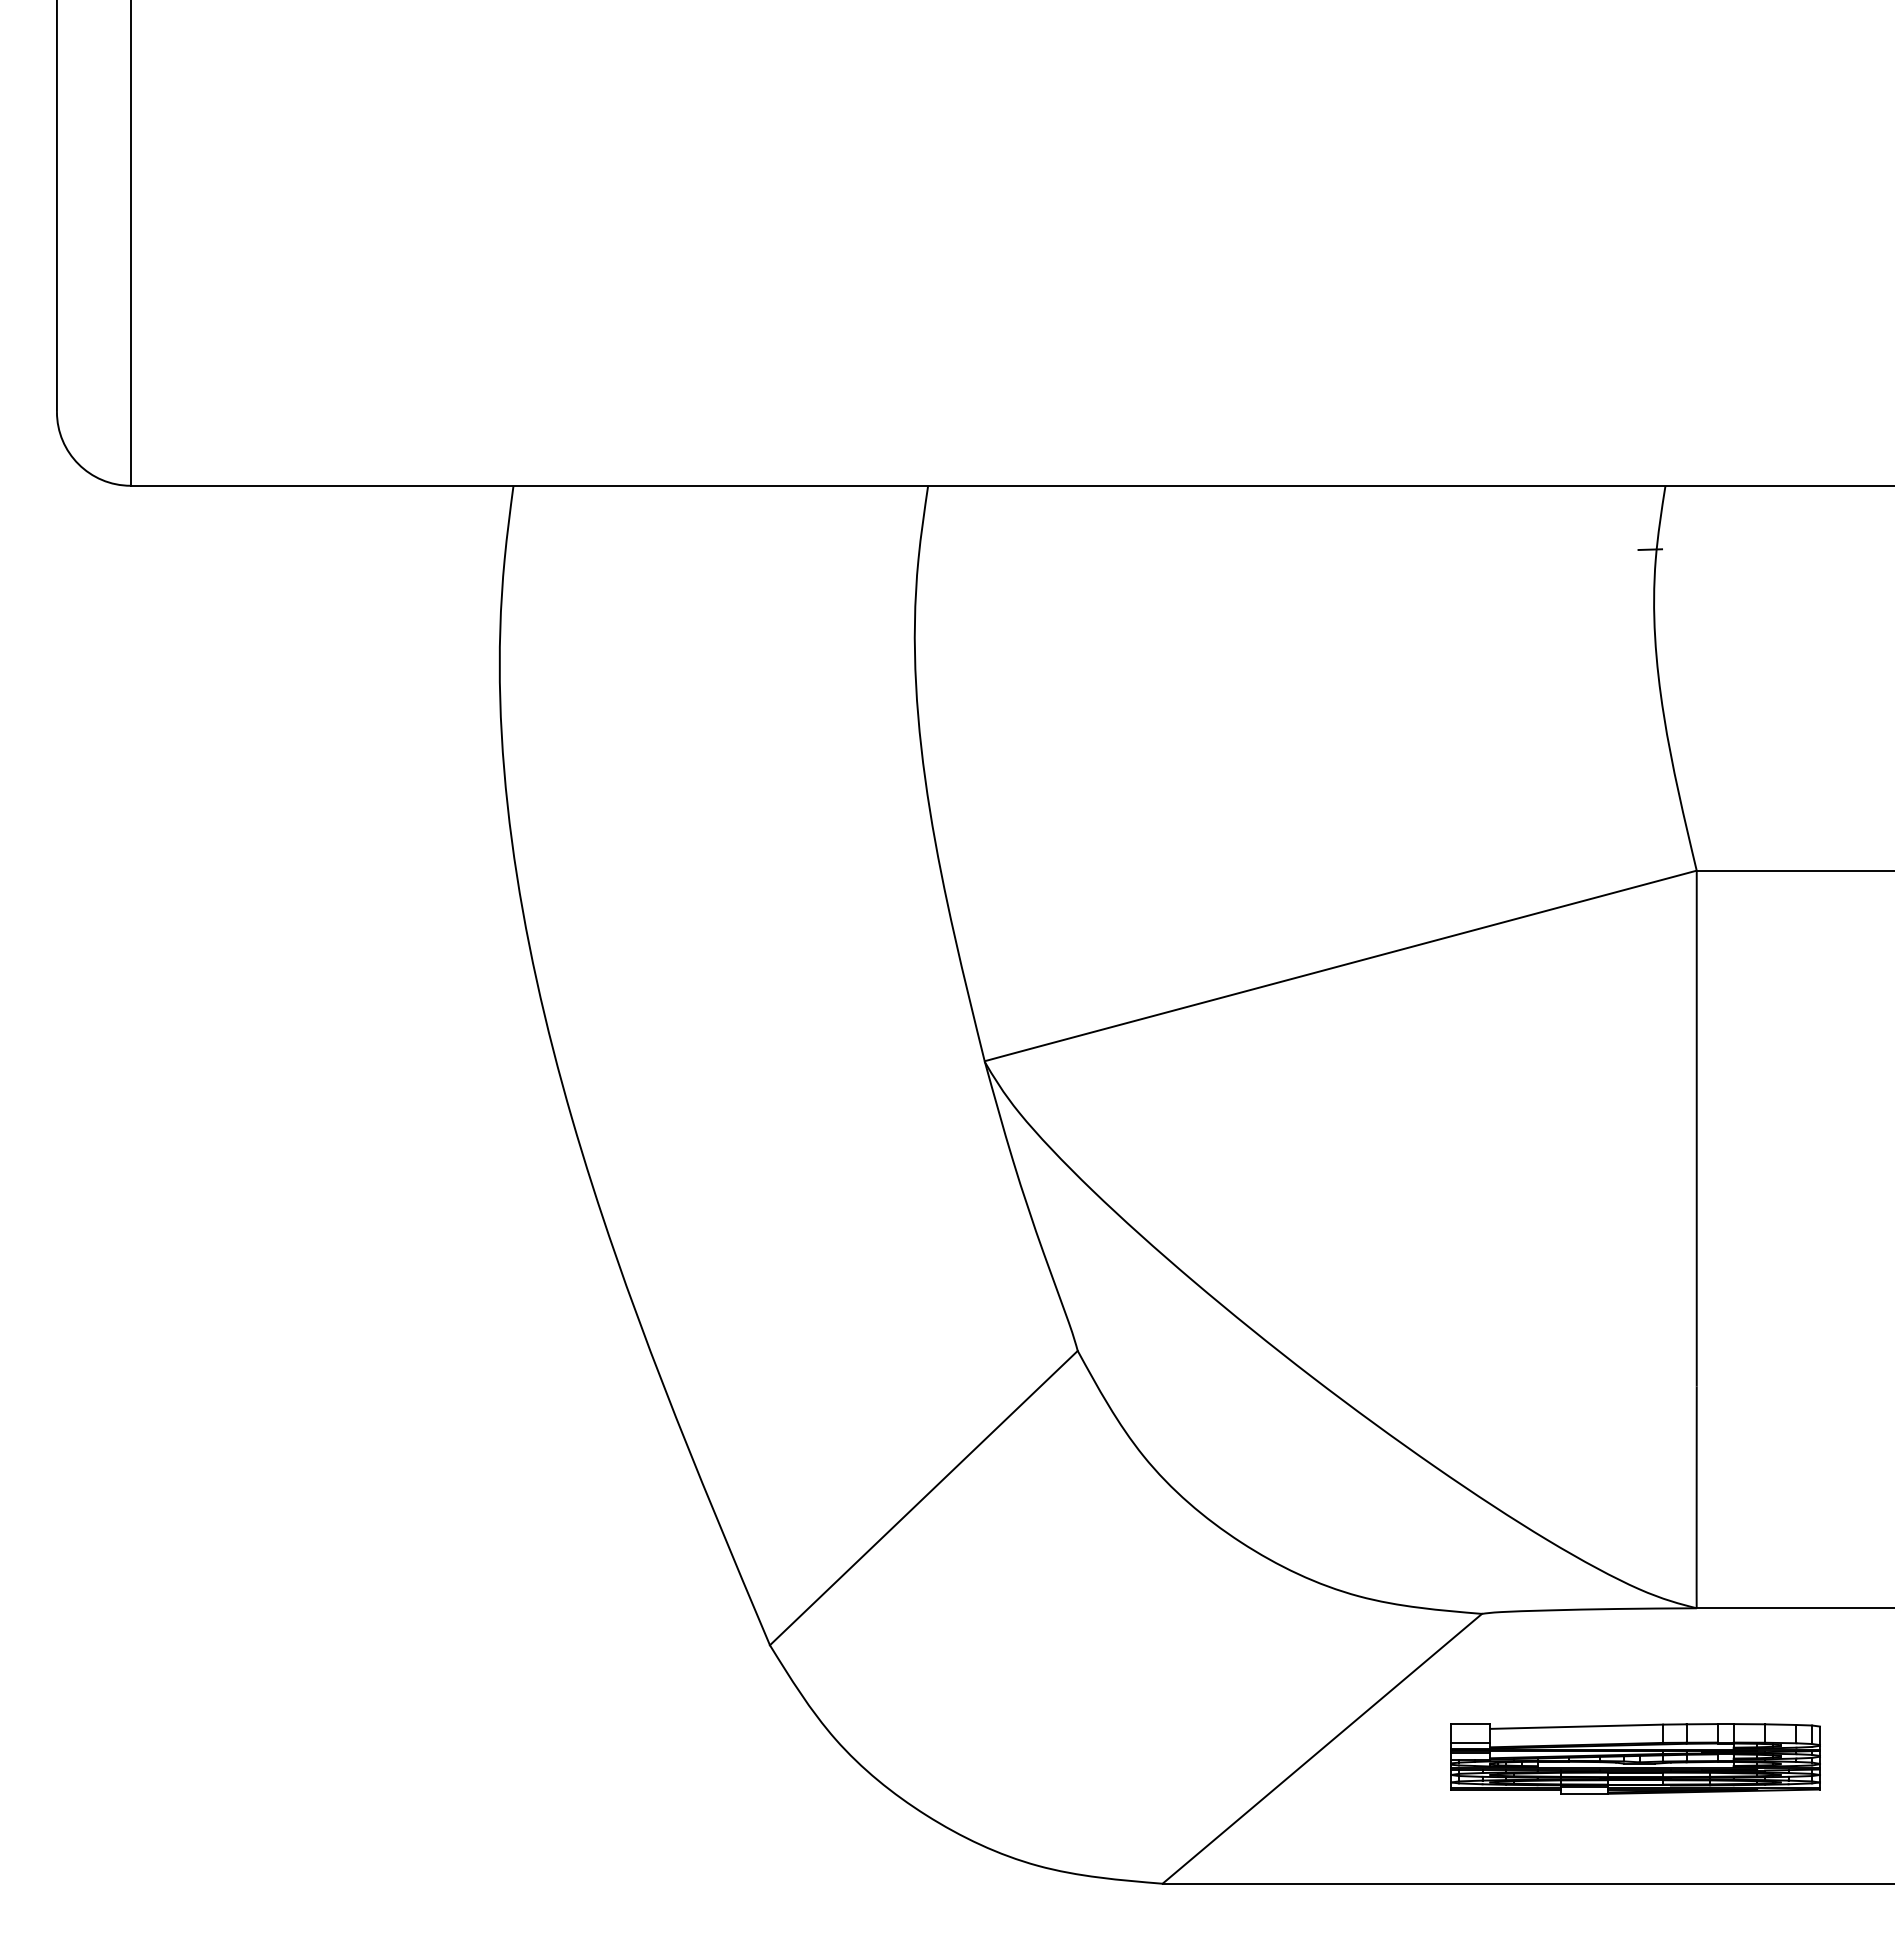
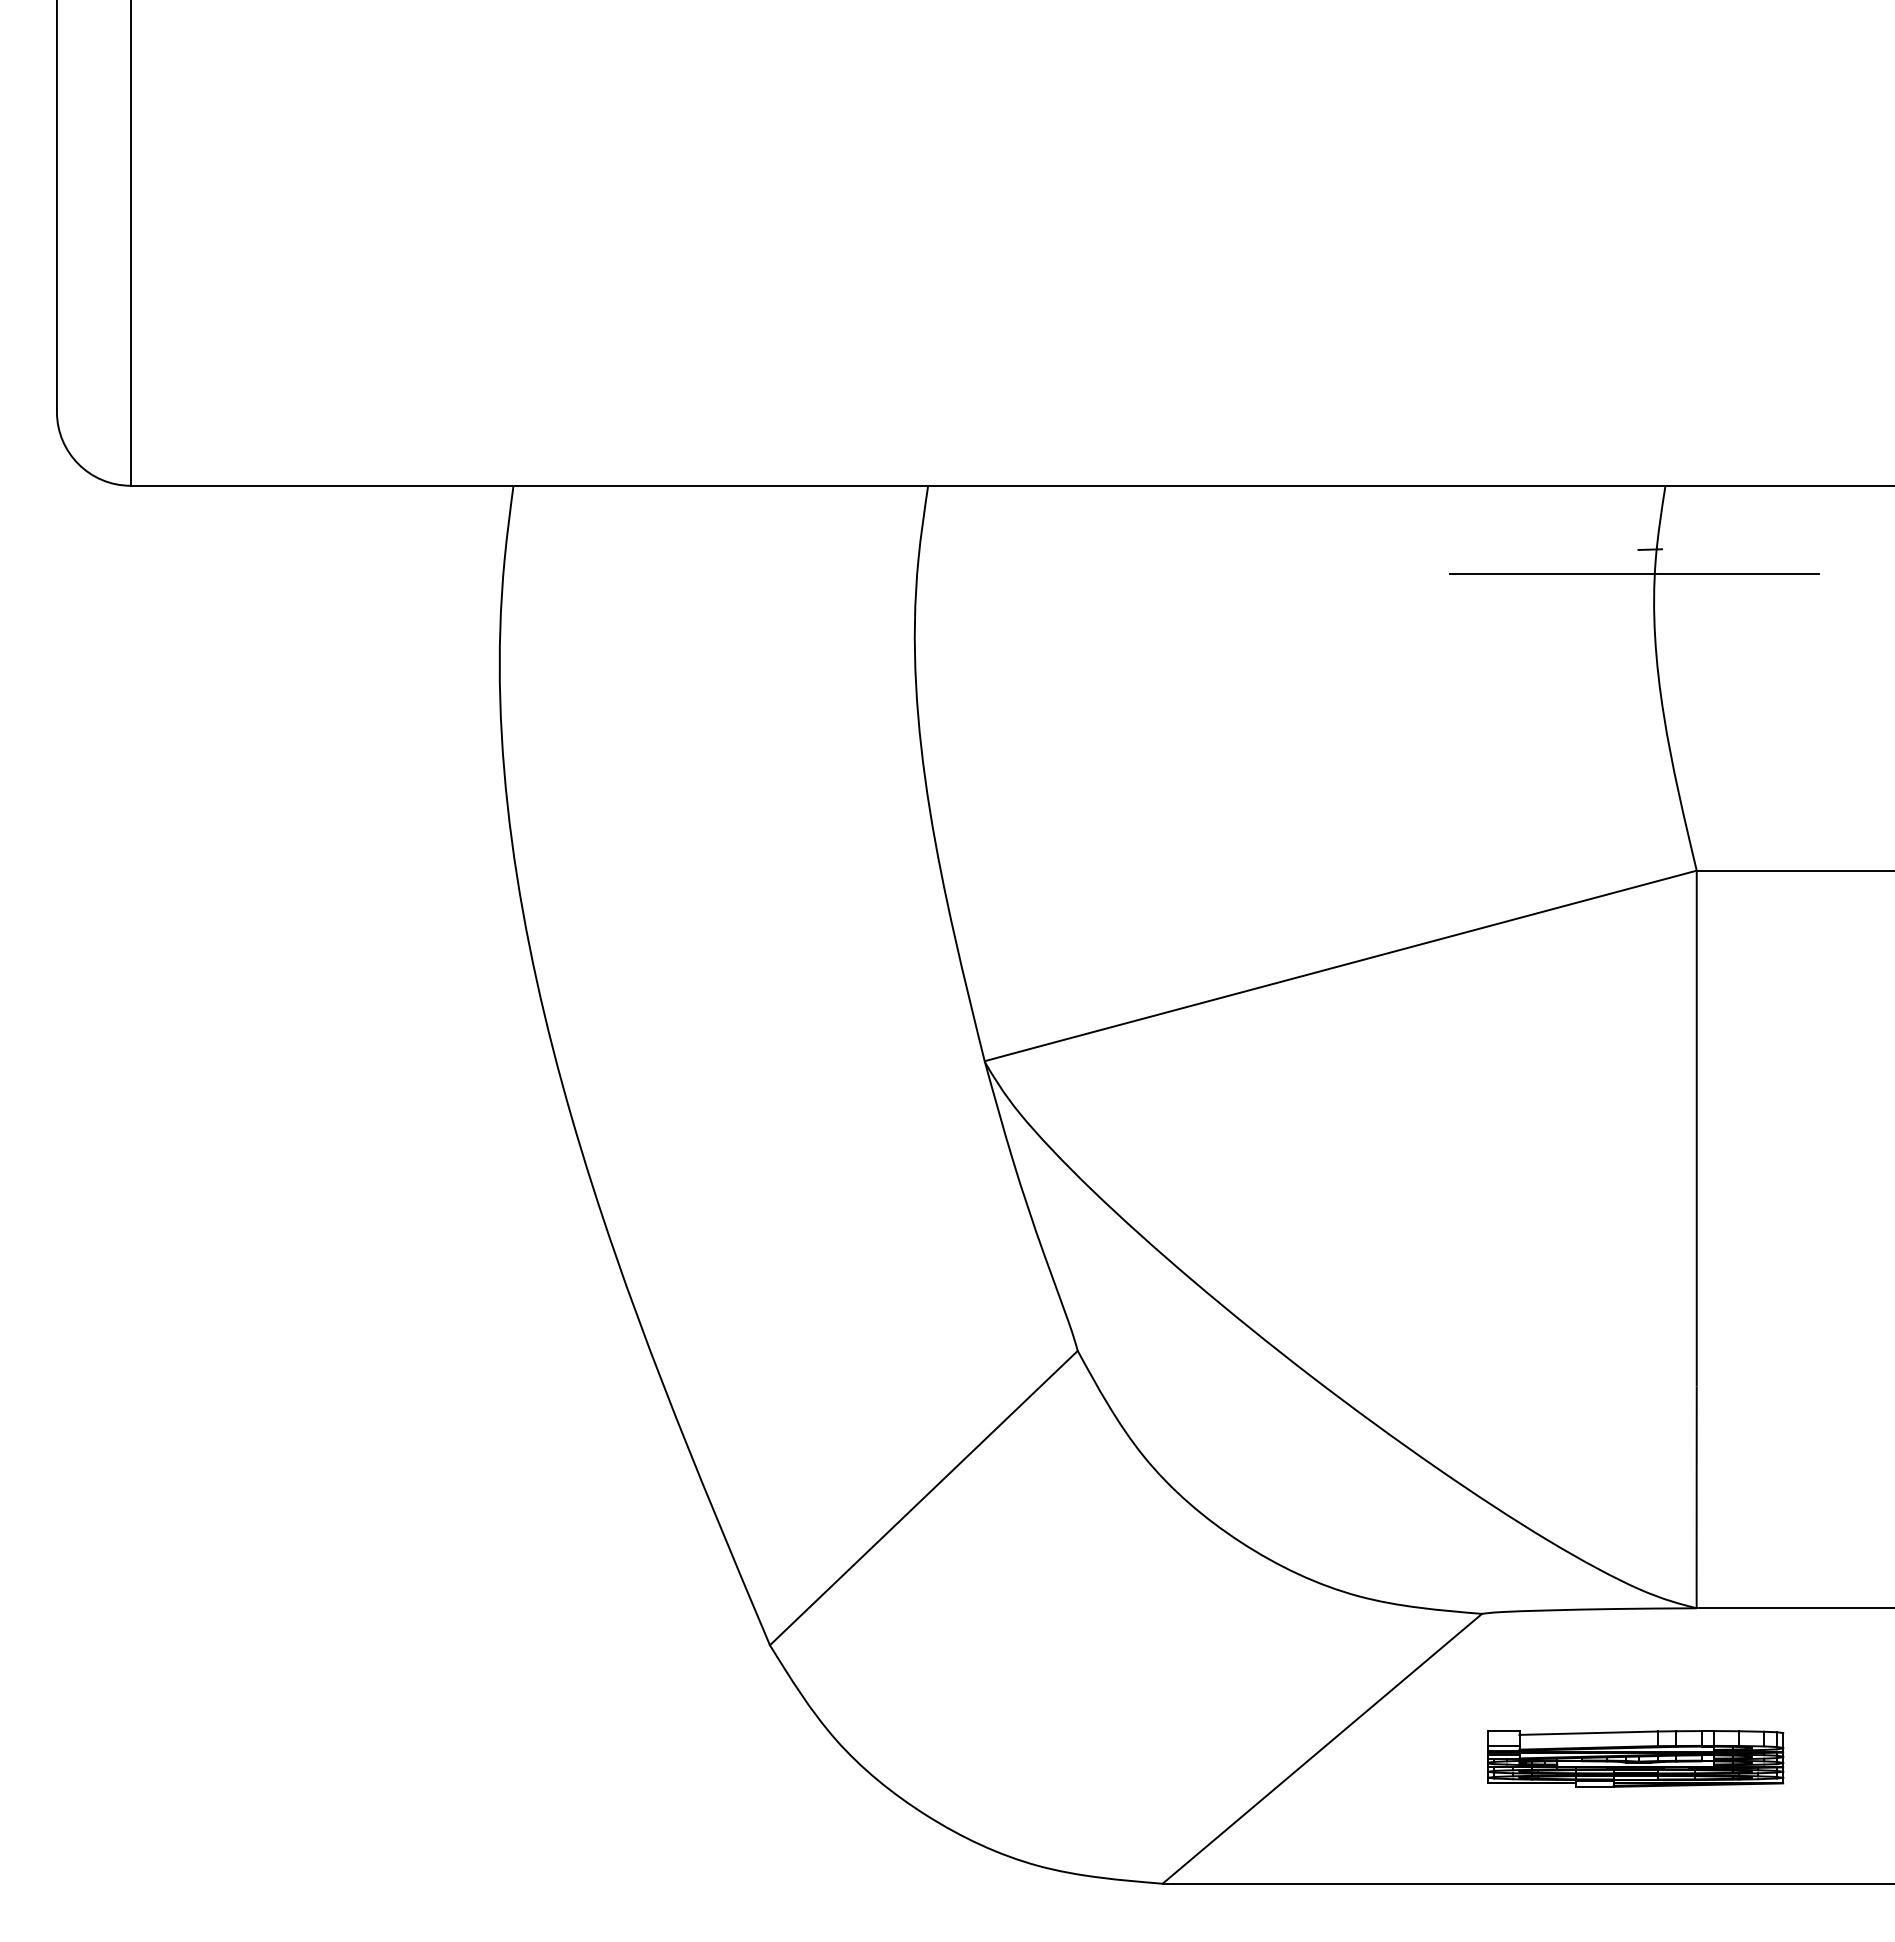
line at (1634, 574): none -> present
part at (1635, 1758) size: 371x72 px -> 298x58 px
